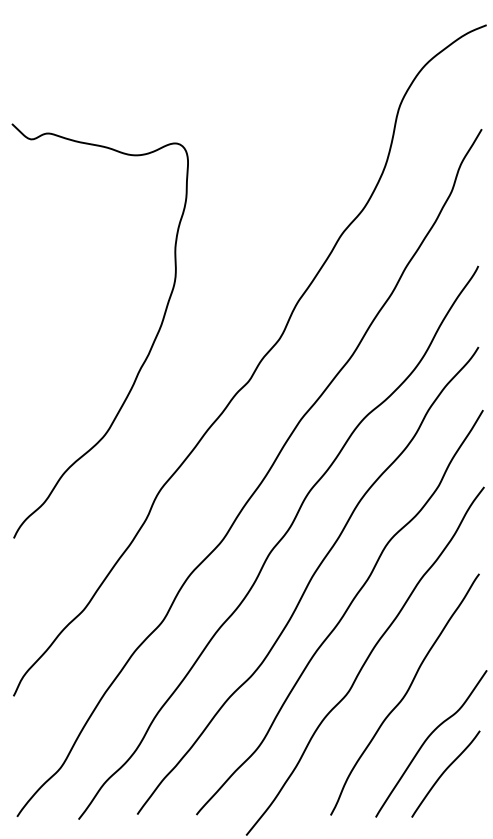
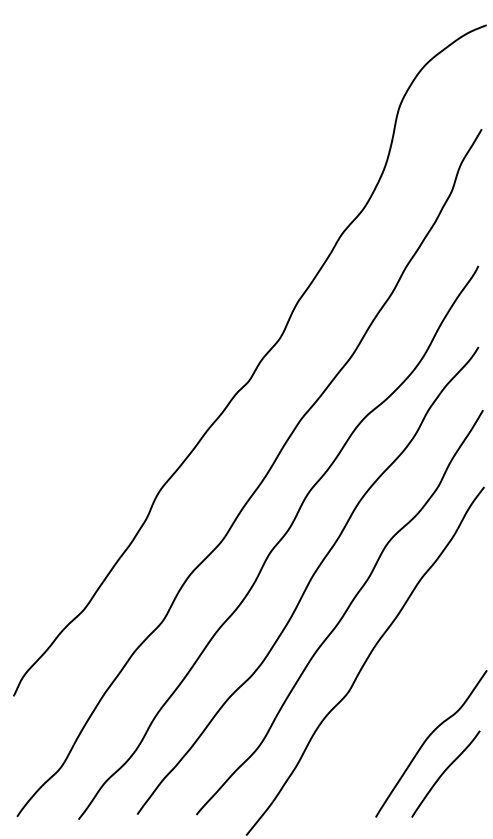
curve at (149, 349): present -> none
curve at (404, 694): present -> none
